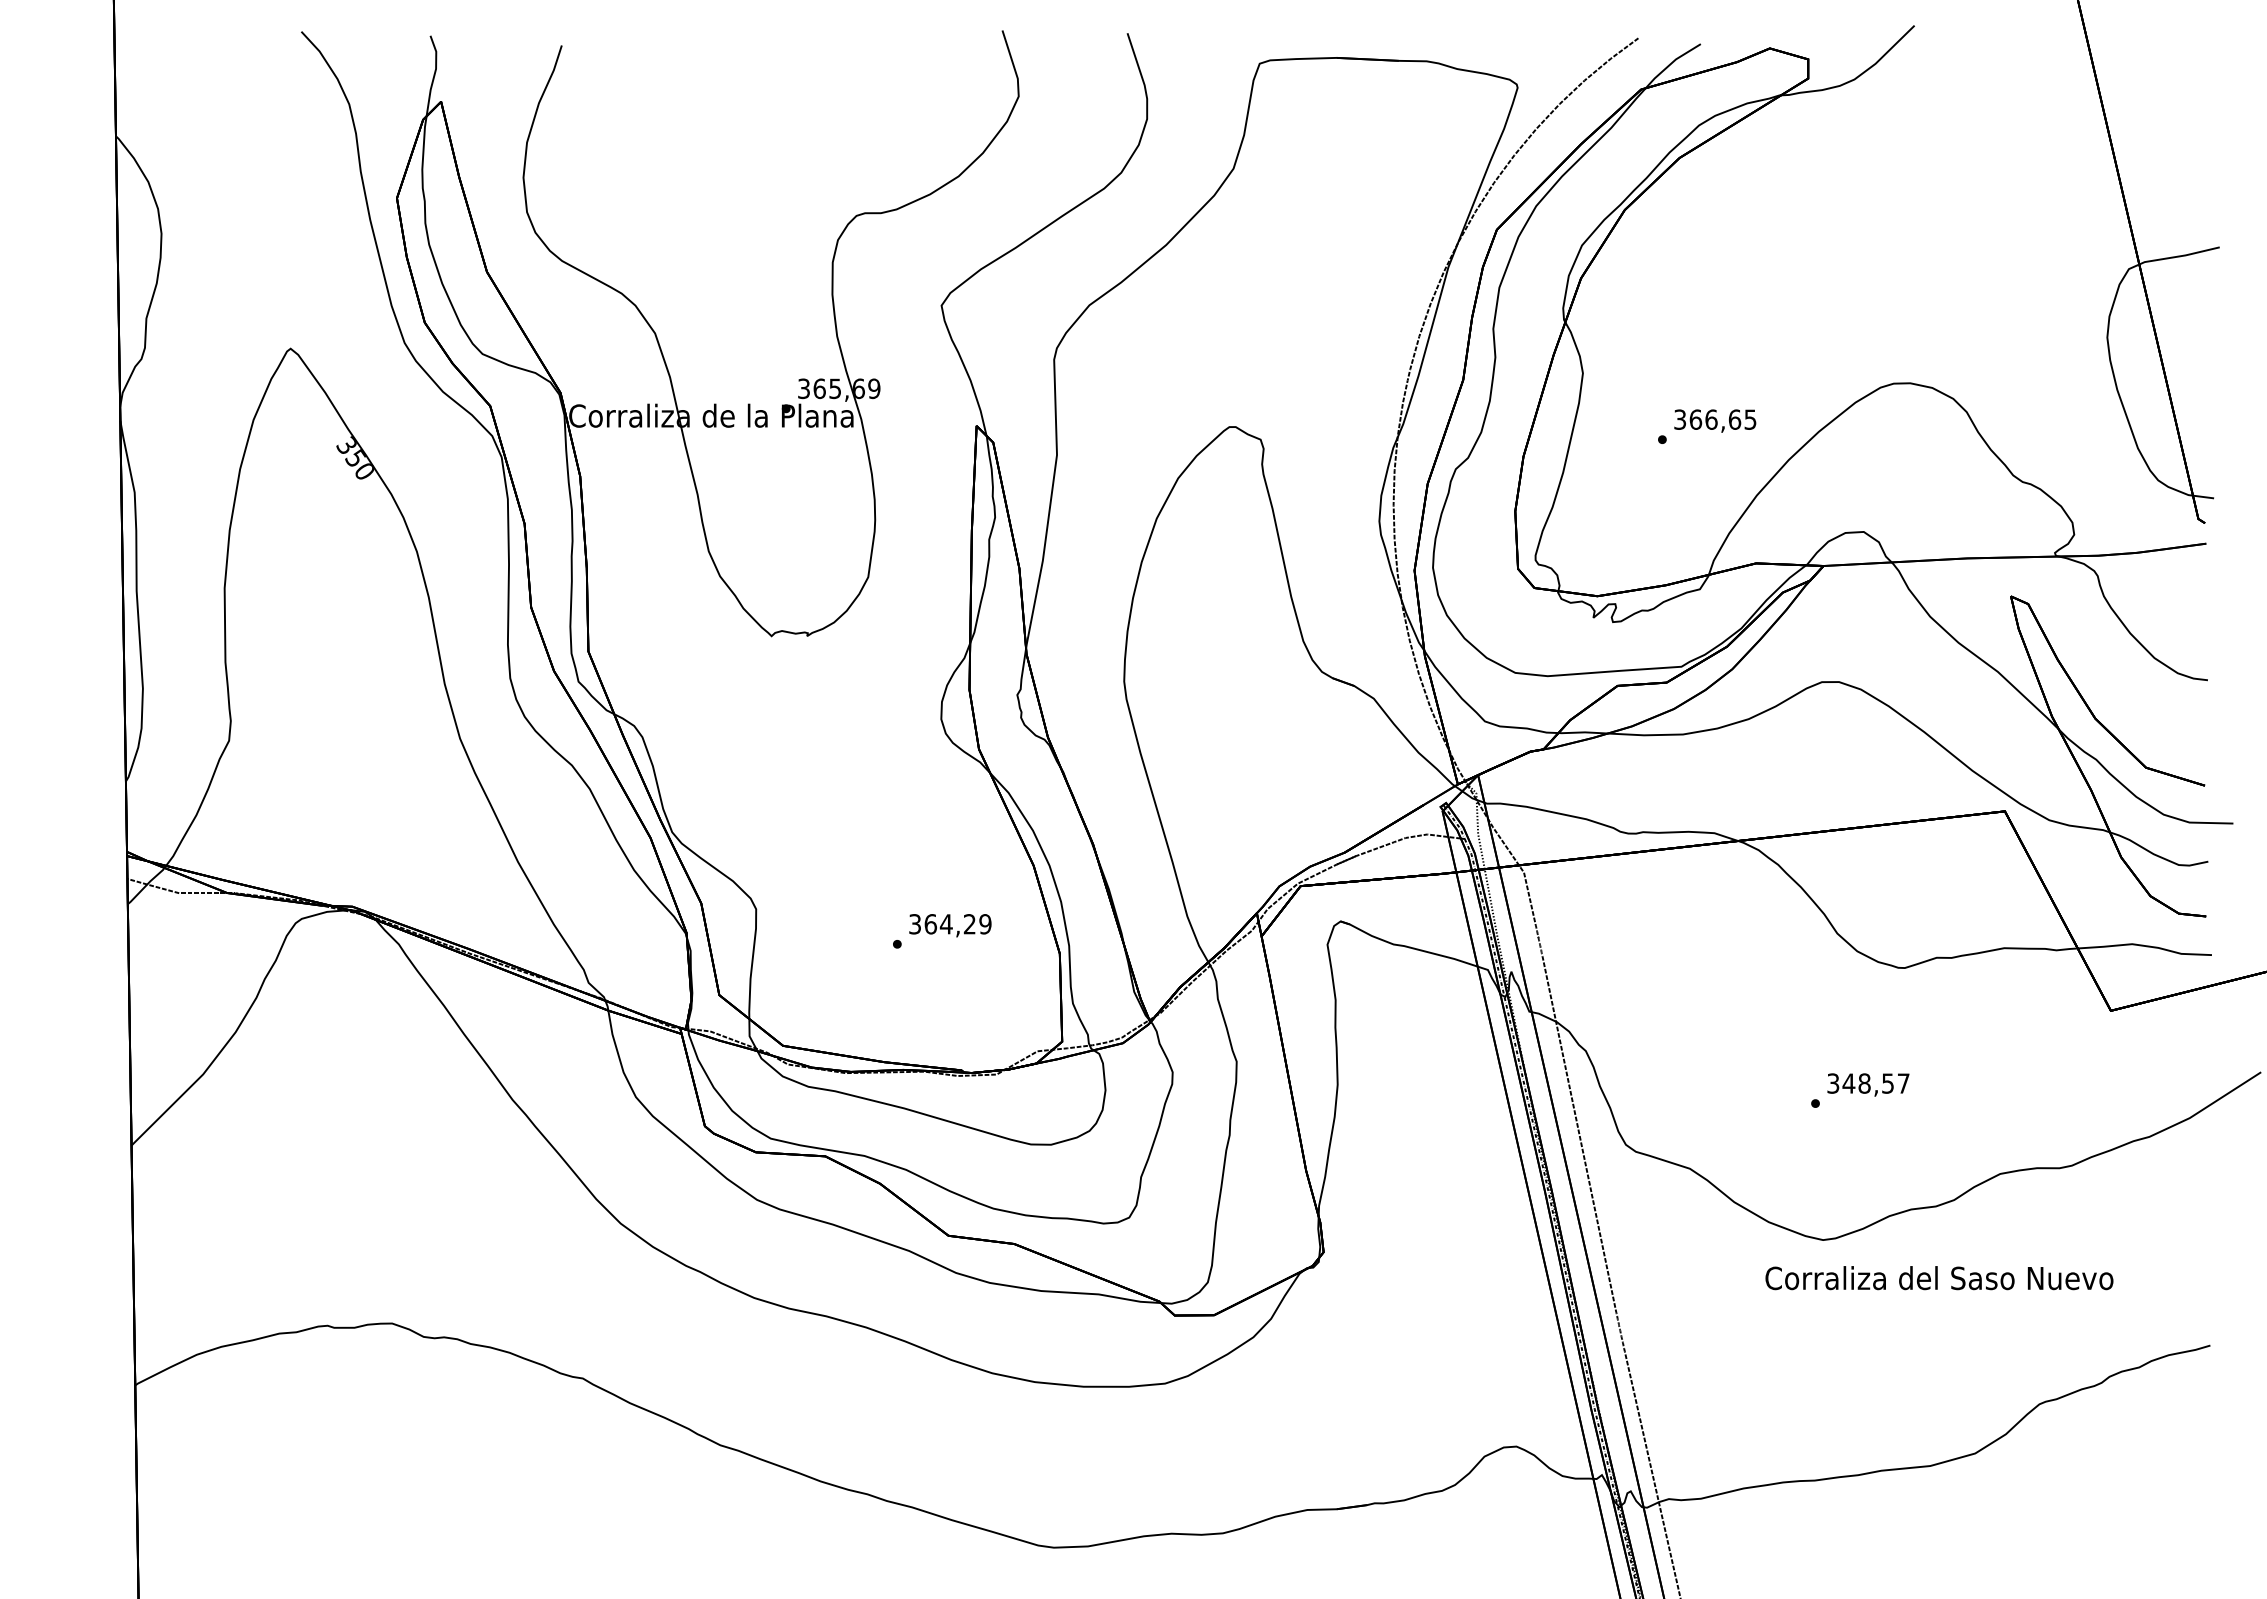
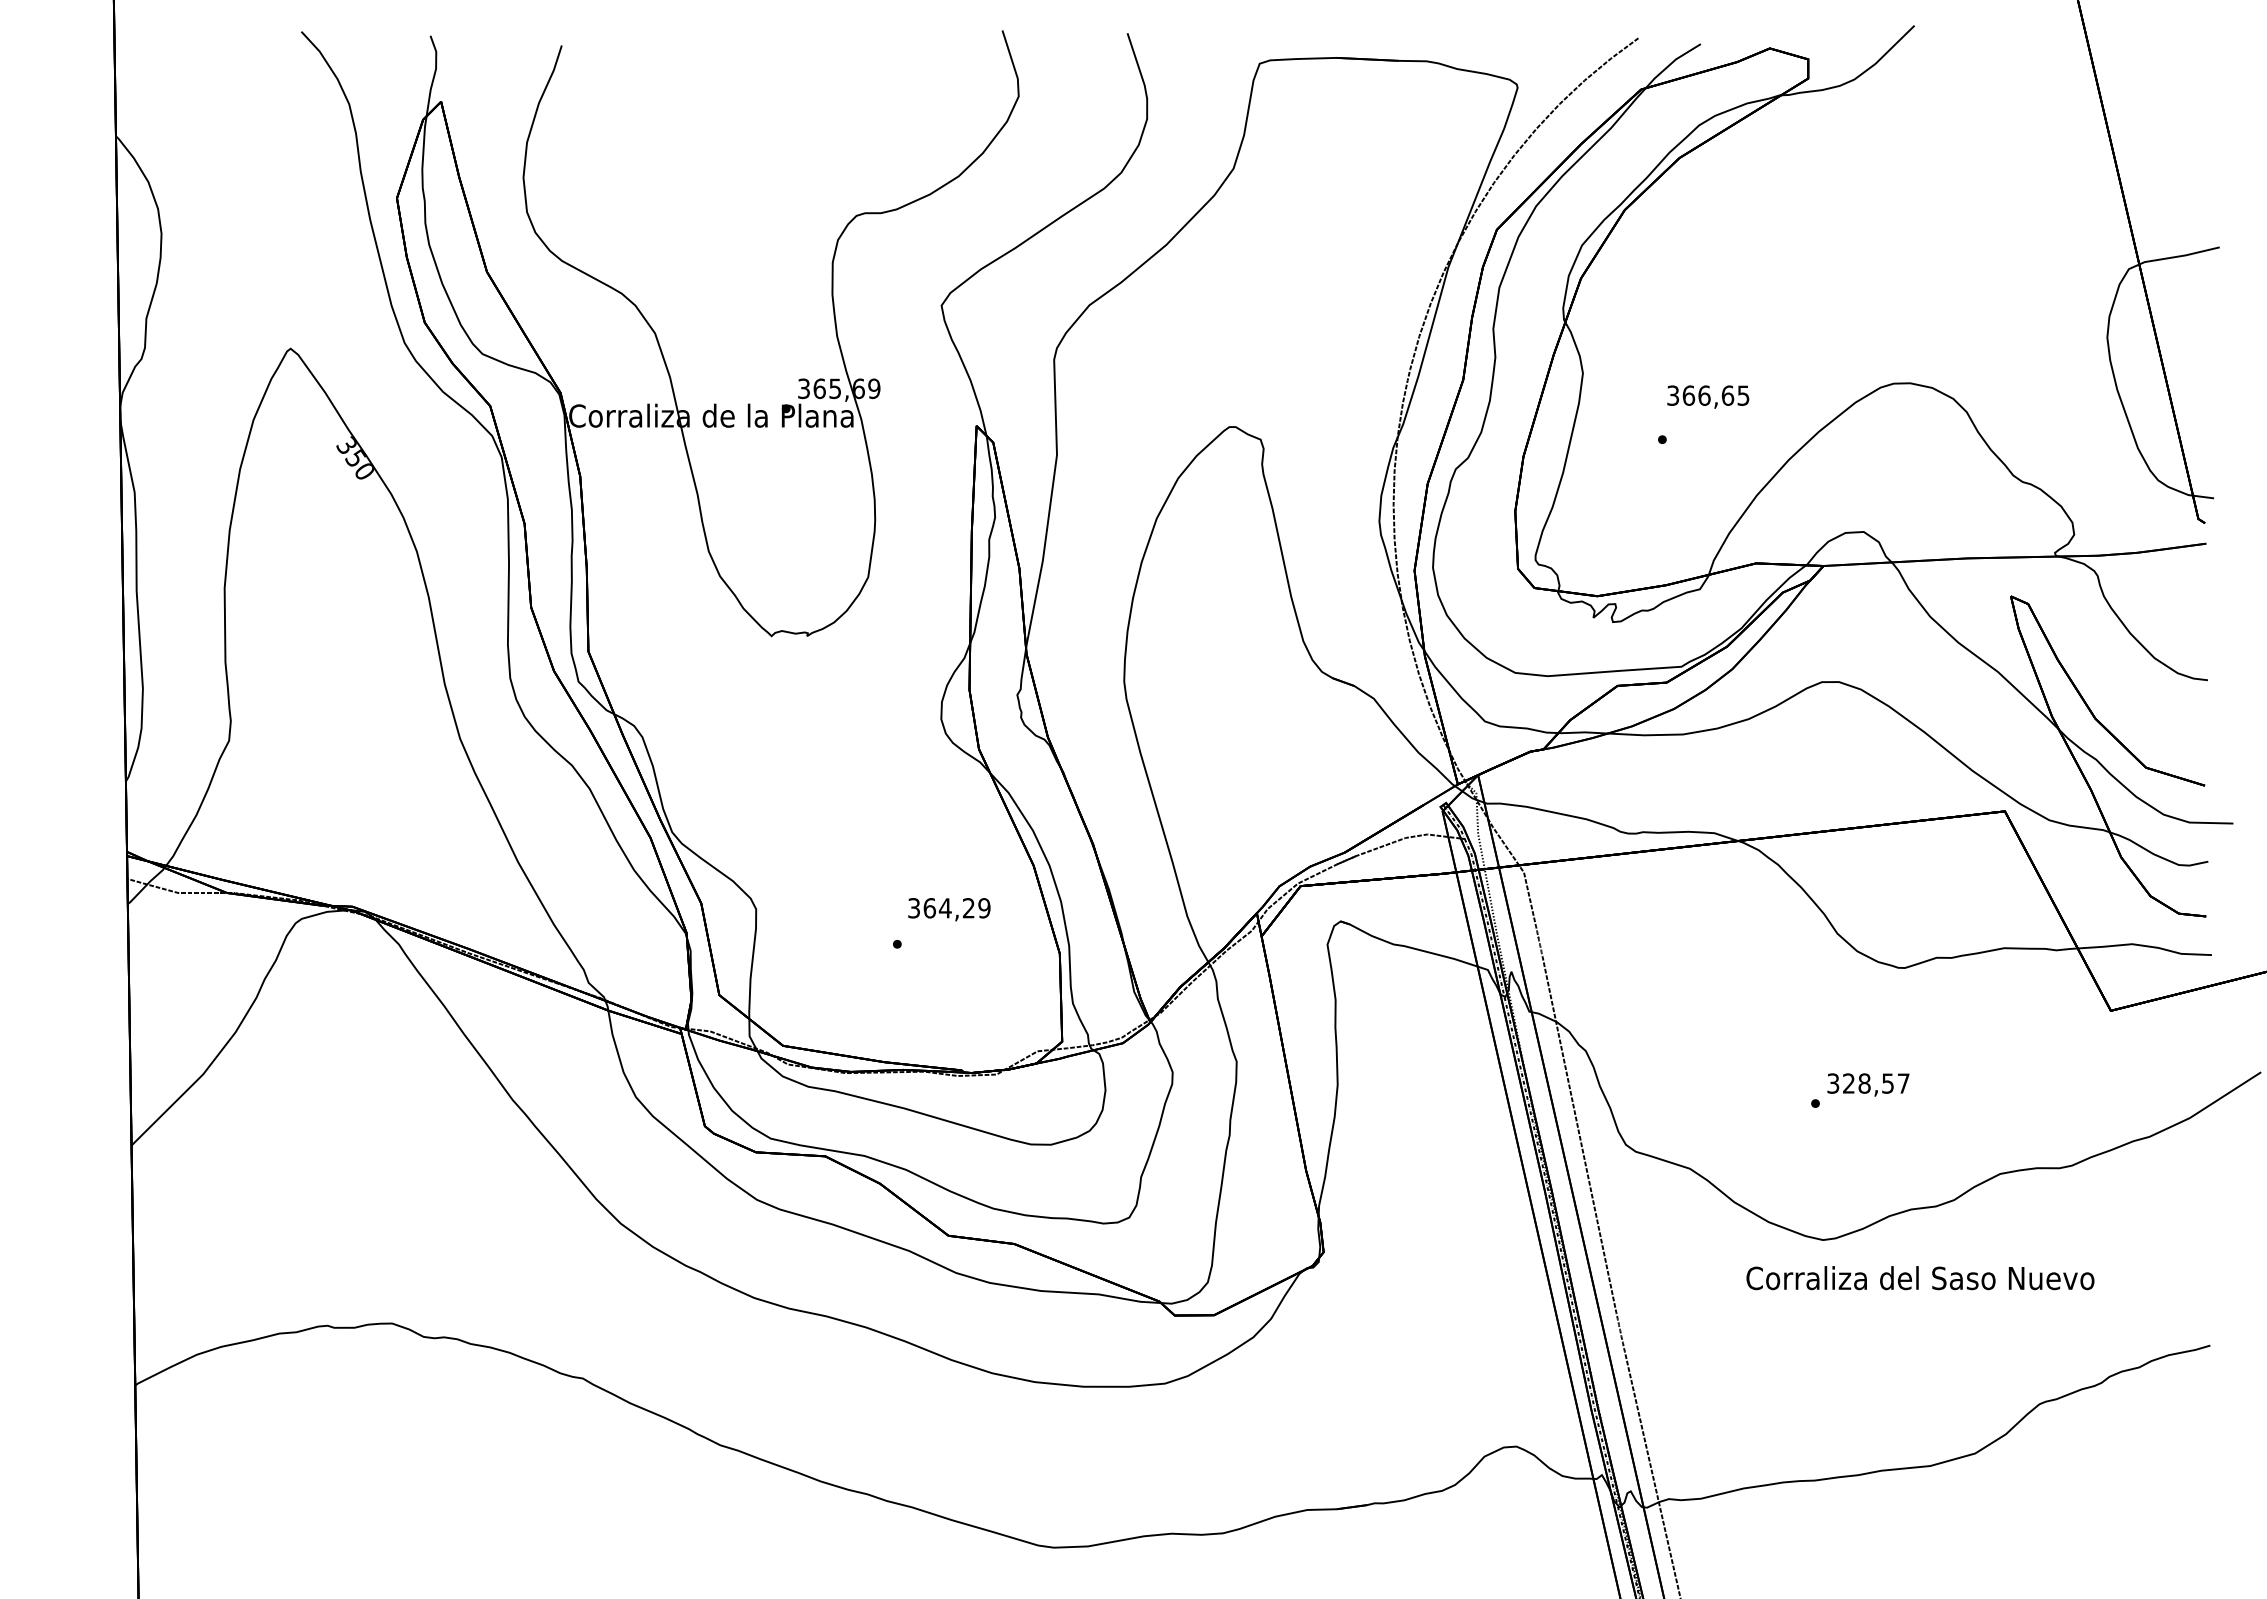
text at (1715, 420) position: (1715, 420) -> (1708, 396)
text at (950, 925) position: (950, 925) -> (949, 909)
text at (1848, 1083): 348,57 -> 328,57
text at (1939, 1278) position: (1939, 1278) -> (1920, 1278)
